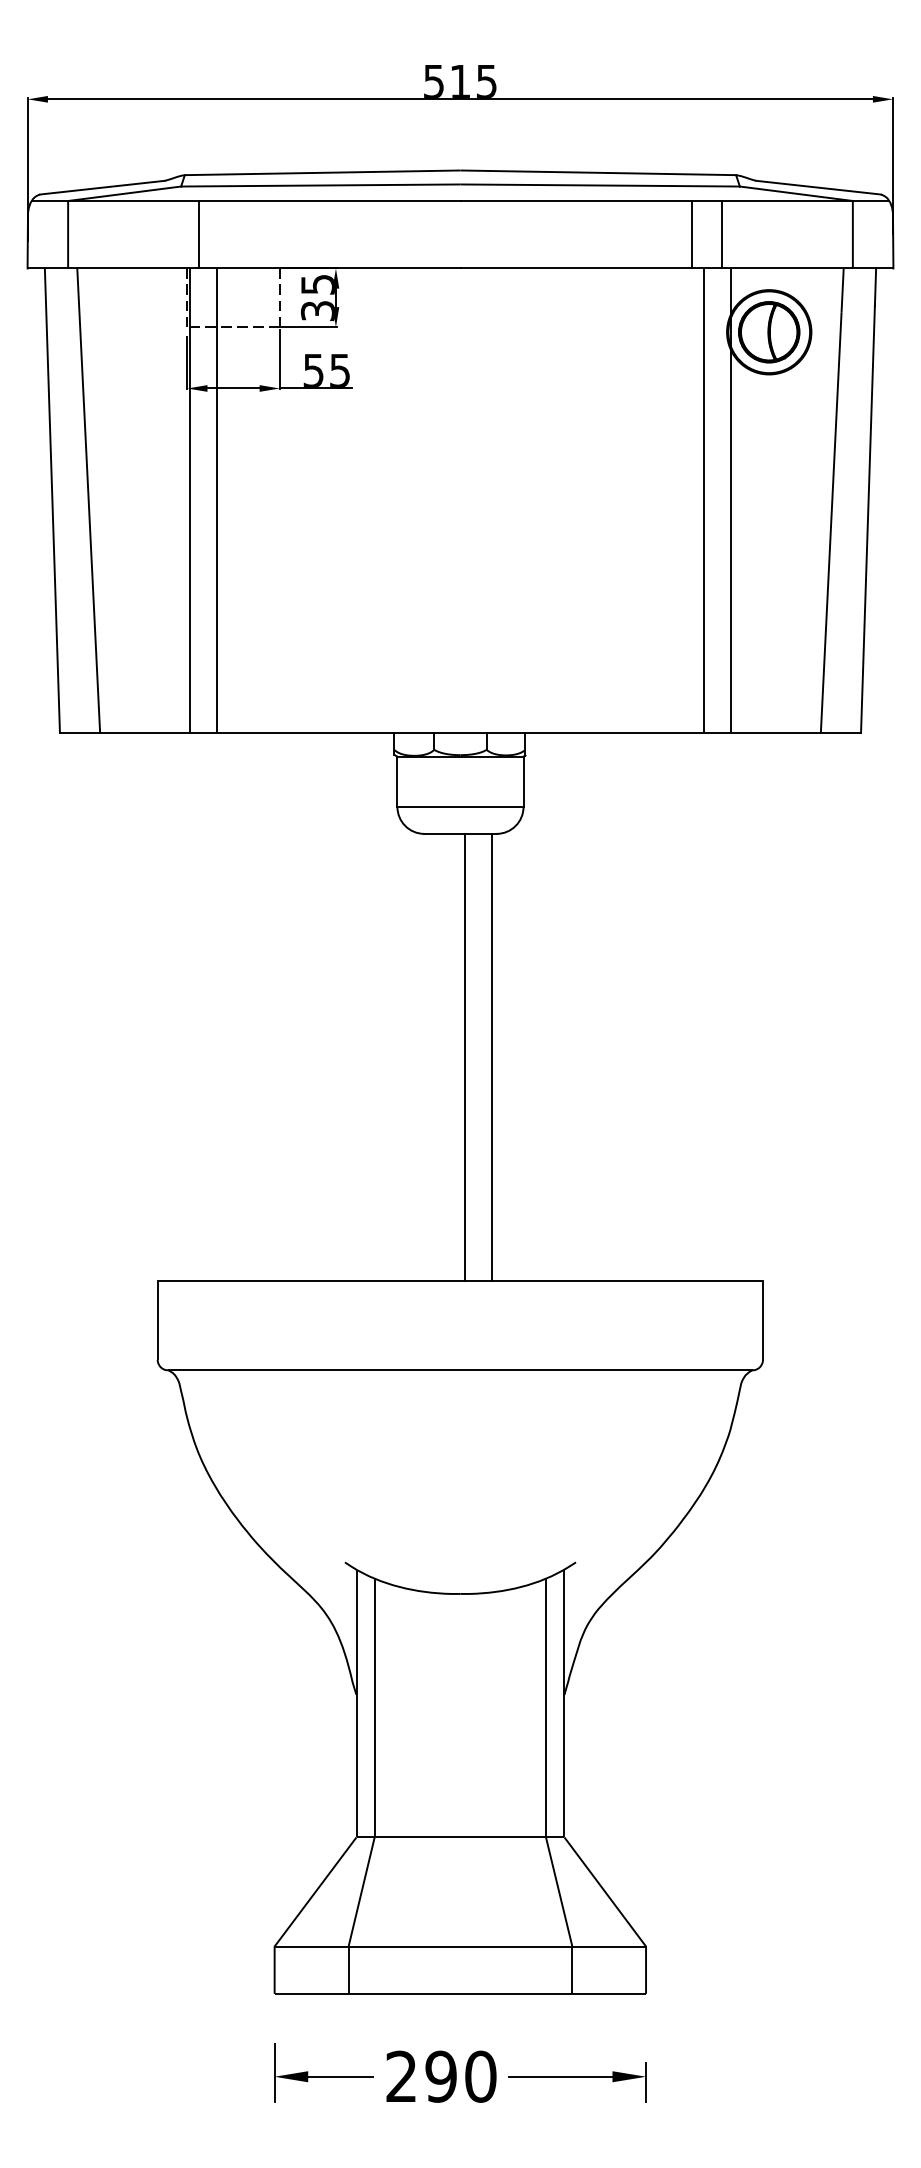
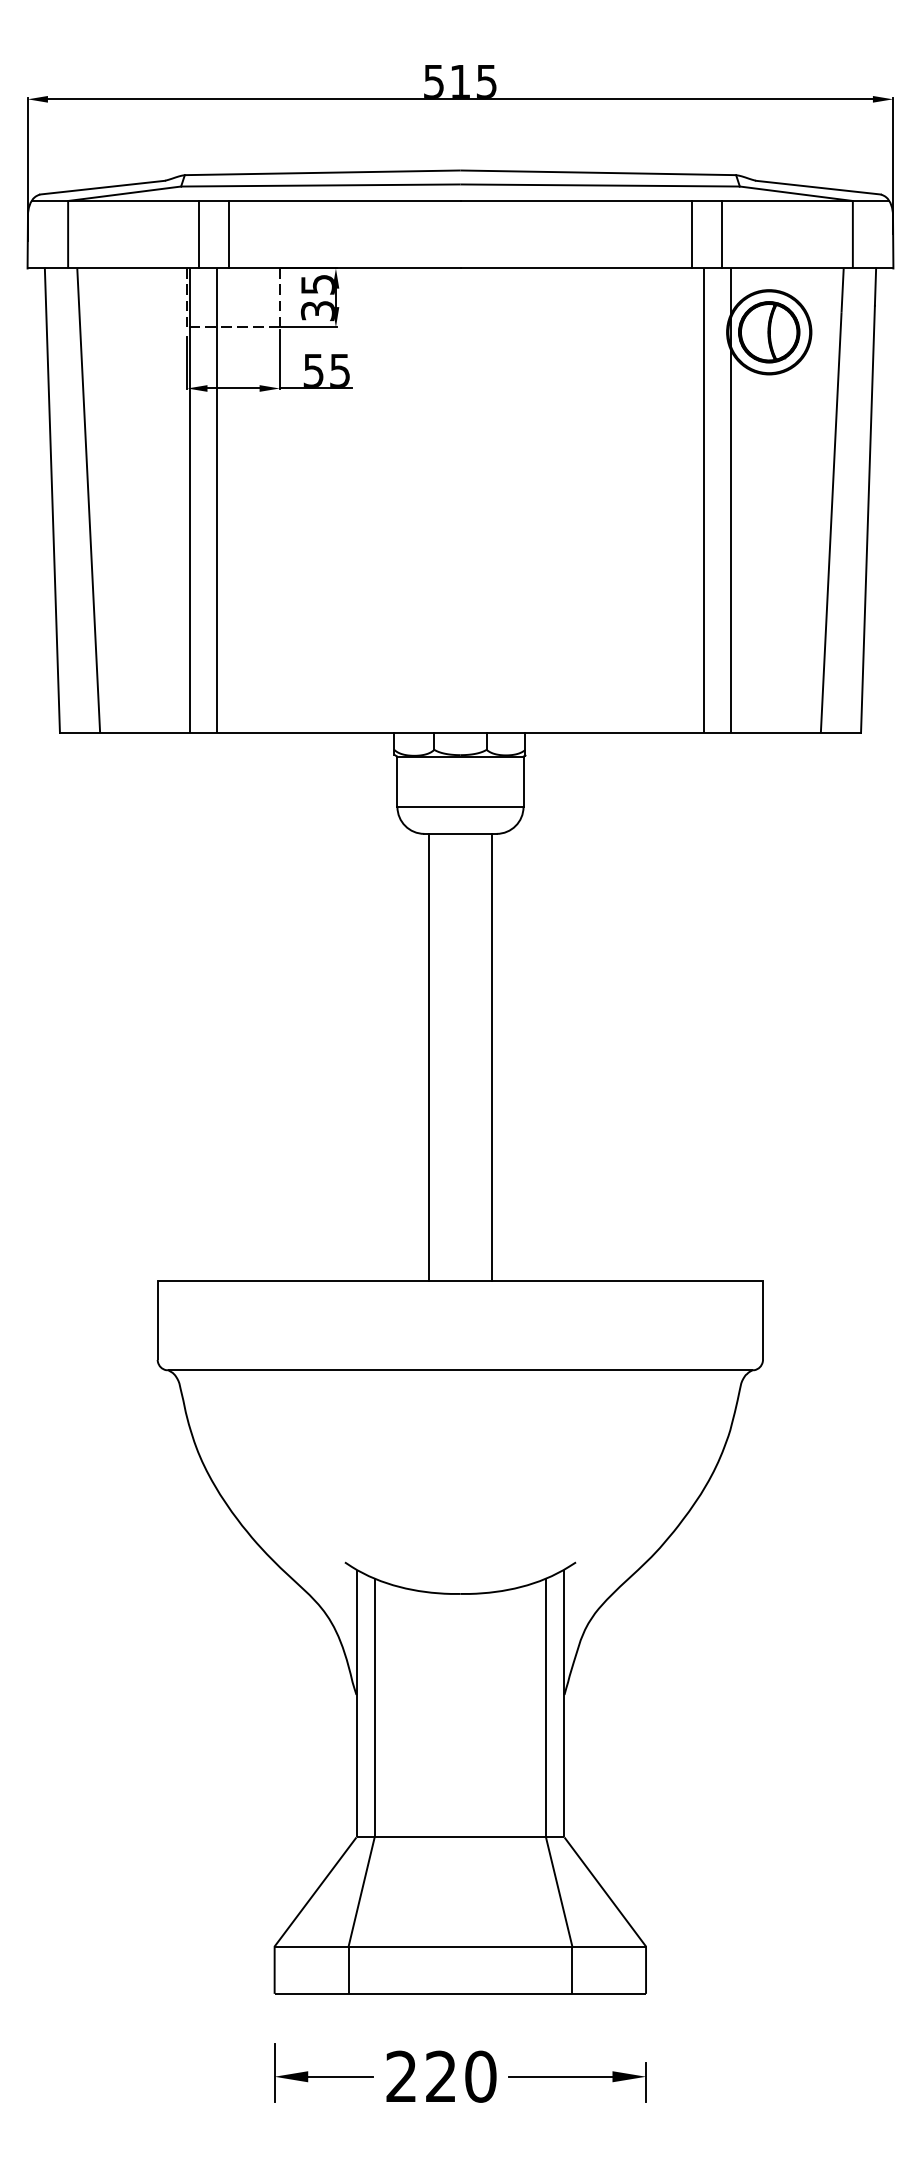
line at (228, 234): none -> present
line at (464, 1057) position: (464, 1057) -> (428, 1057)
text at (440, 2076): 290 -> 220
